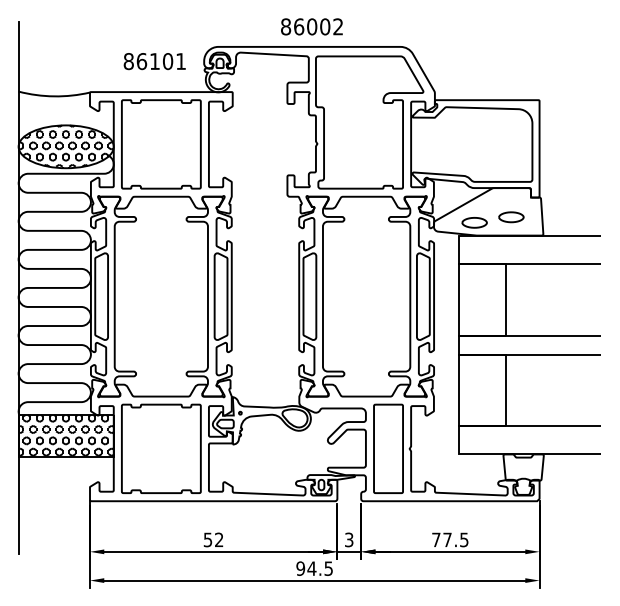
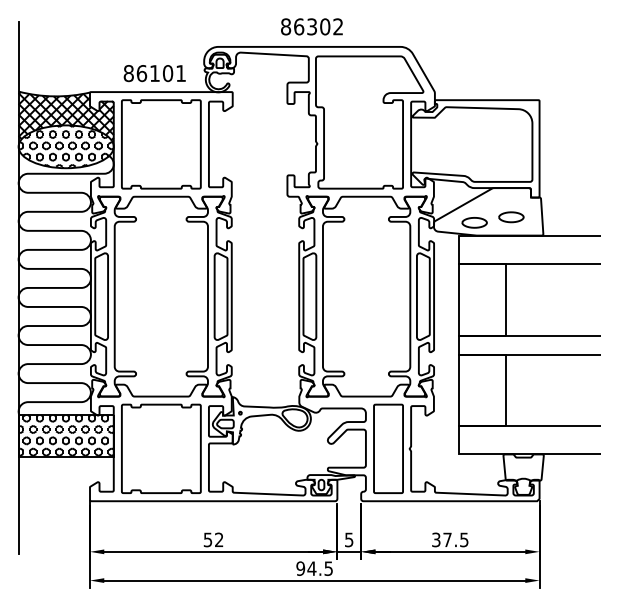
text at (312, 26): 86002 -> 86302
text at (154, 61) position: (154, 61) -> (154, 73)
hatch at (65, 119): none -> present
text at (349, 539): 3 -> 5
text at (436, 539): 77.5 -> 37.5
